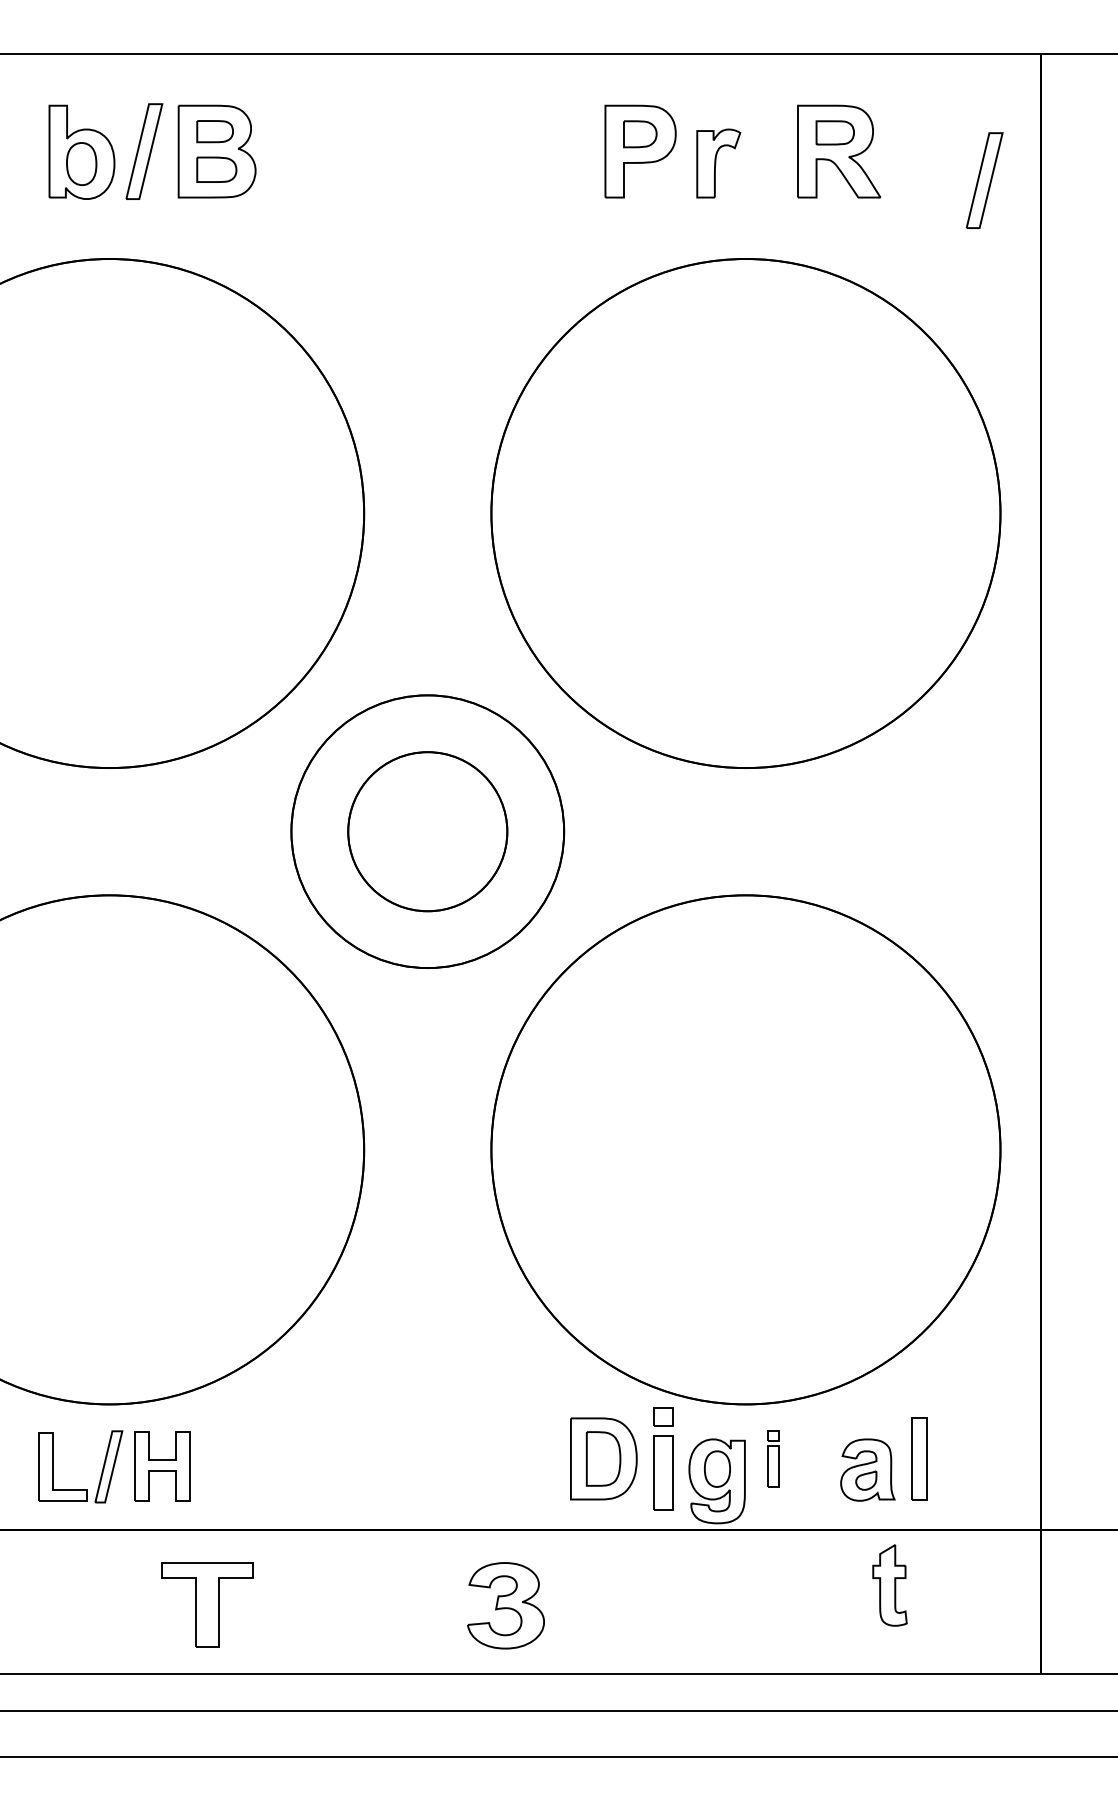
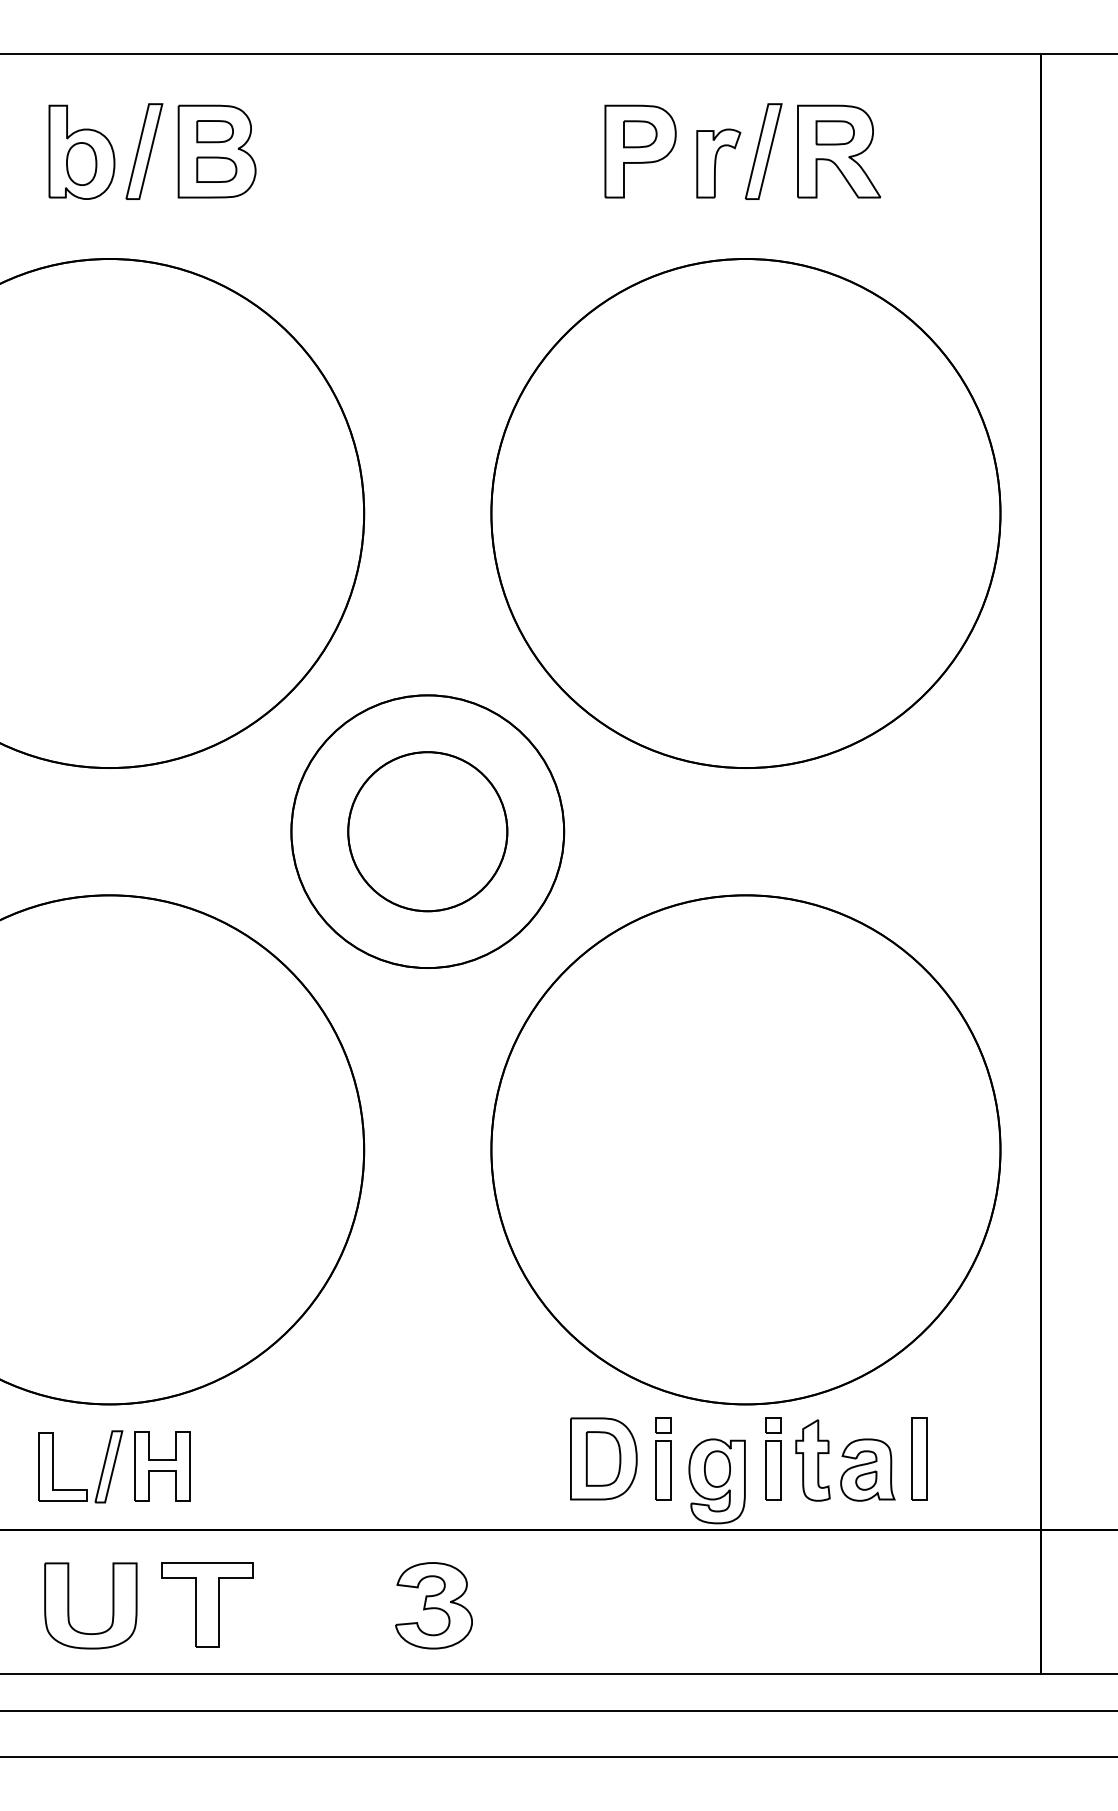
part at (984, 180) position: (984, 180) -> (763, 151)
part at (663, 1458) size: 21x104 px -> 17x84 px
part at (773, 1458) size: 13x58 px -> 17x84 px
part at (889, 1585) position: (889, 1585) -> (812, 1460)
part at (69, 1605): none -> present
part at (505, 1605) position: (505, 1605) -> (433, 1605)
